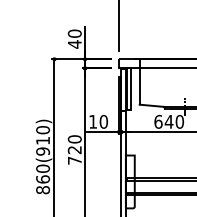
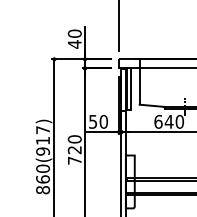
text at (92, 121): 10 -> 50
text at (43, 130): 860(910) -> 860(917)
